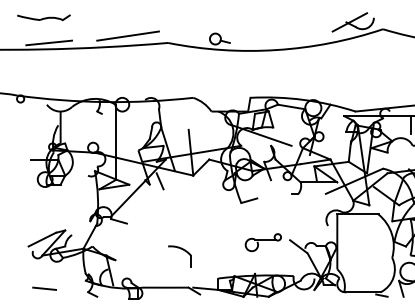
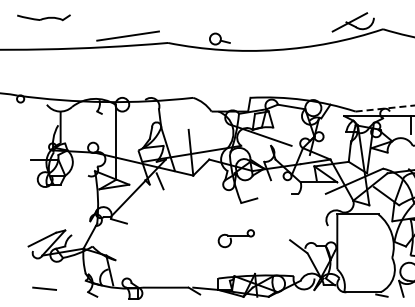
line at (49, 42): present -> none
line at (385, 108): solid -> dashed
part at (262, 242) position: (262, 242) -> (235, 238)
part at (182, 250): present -> none
